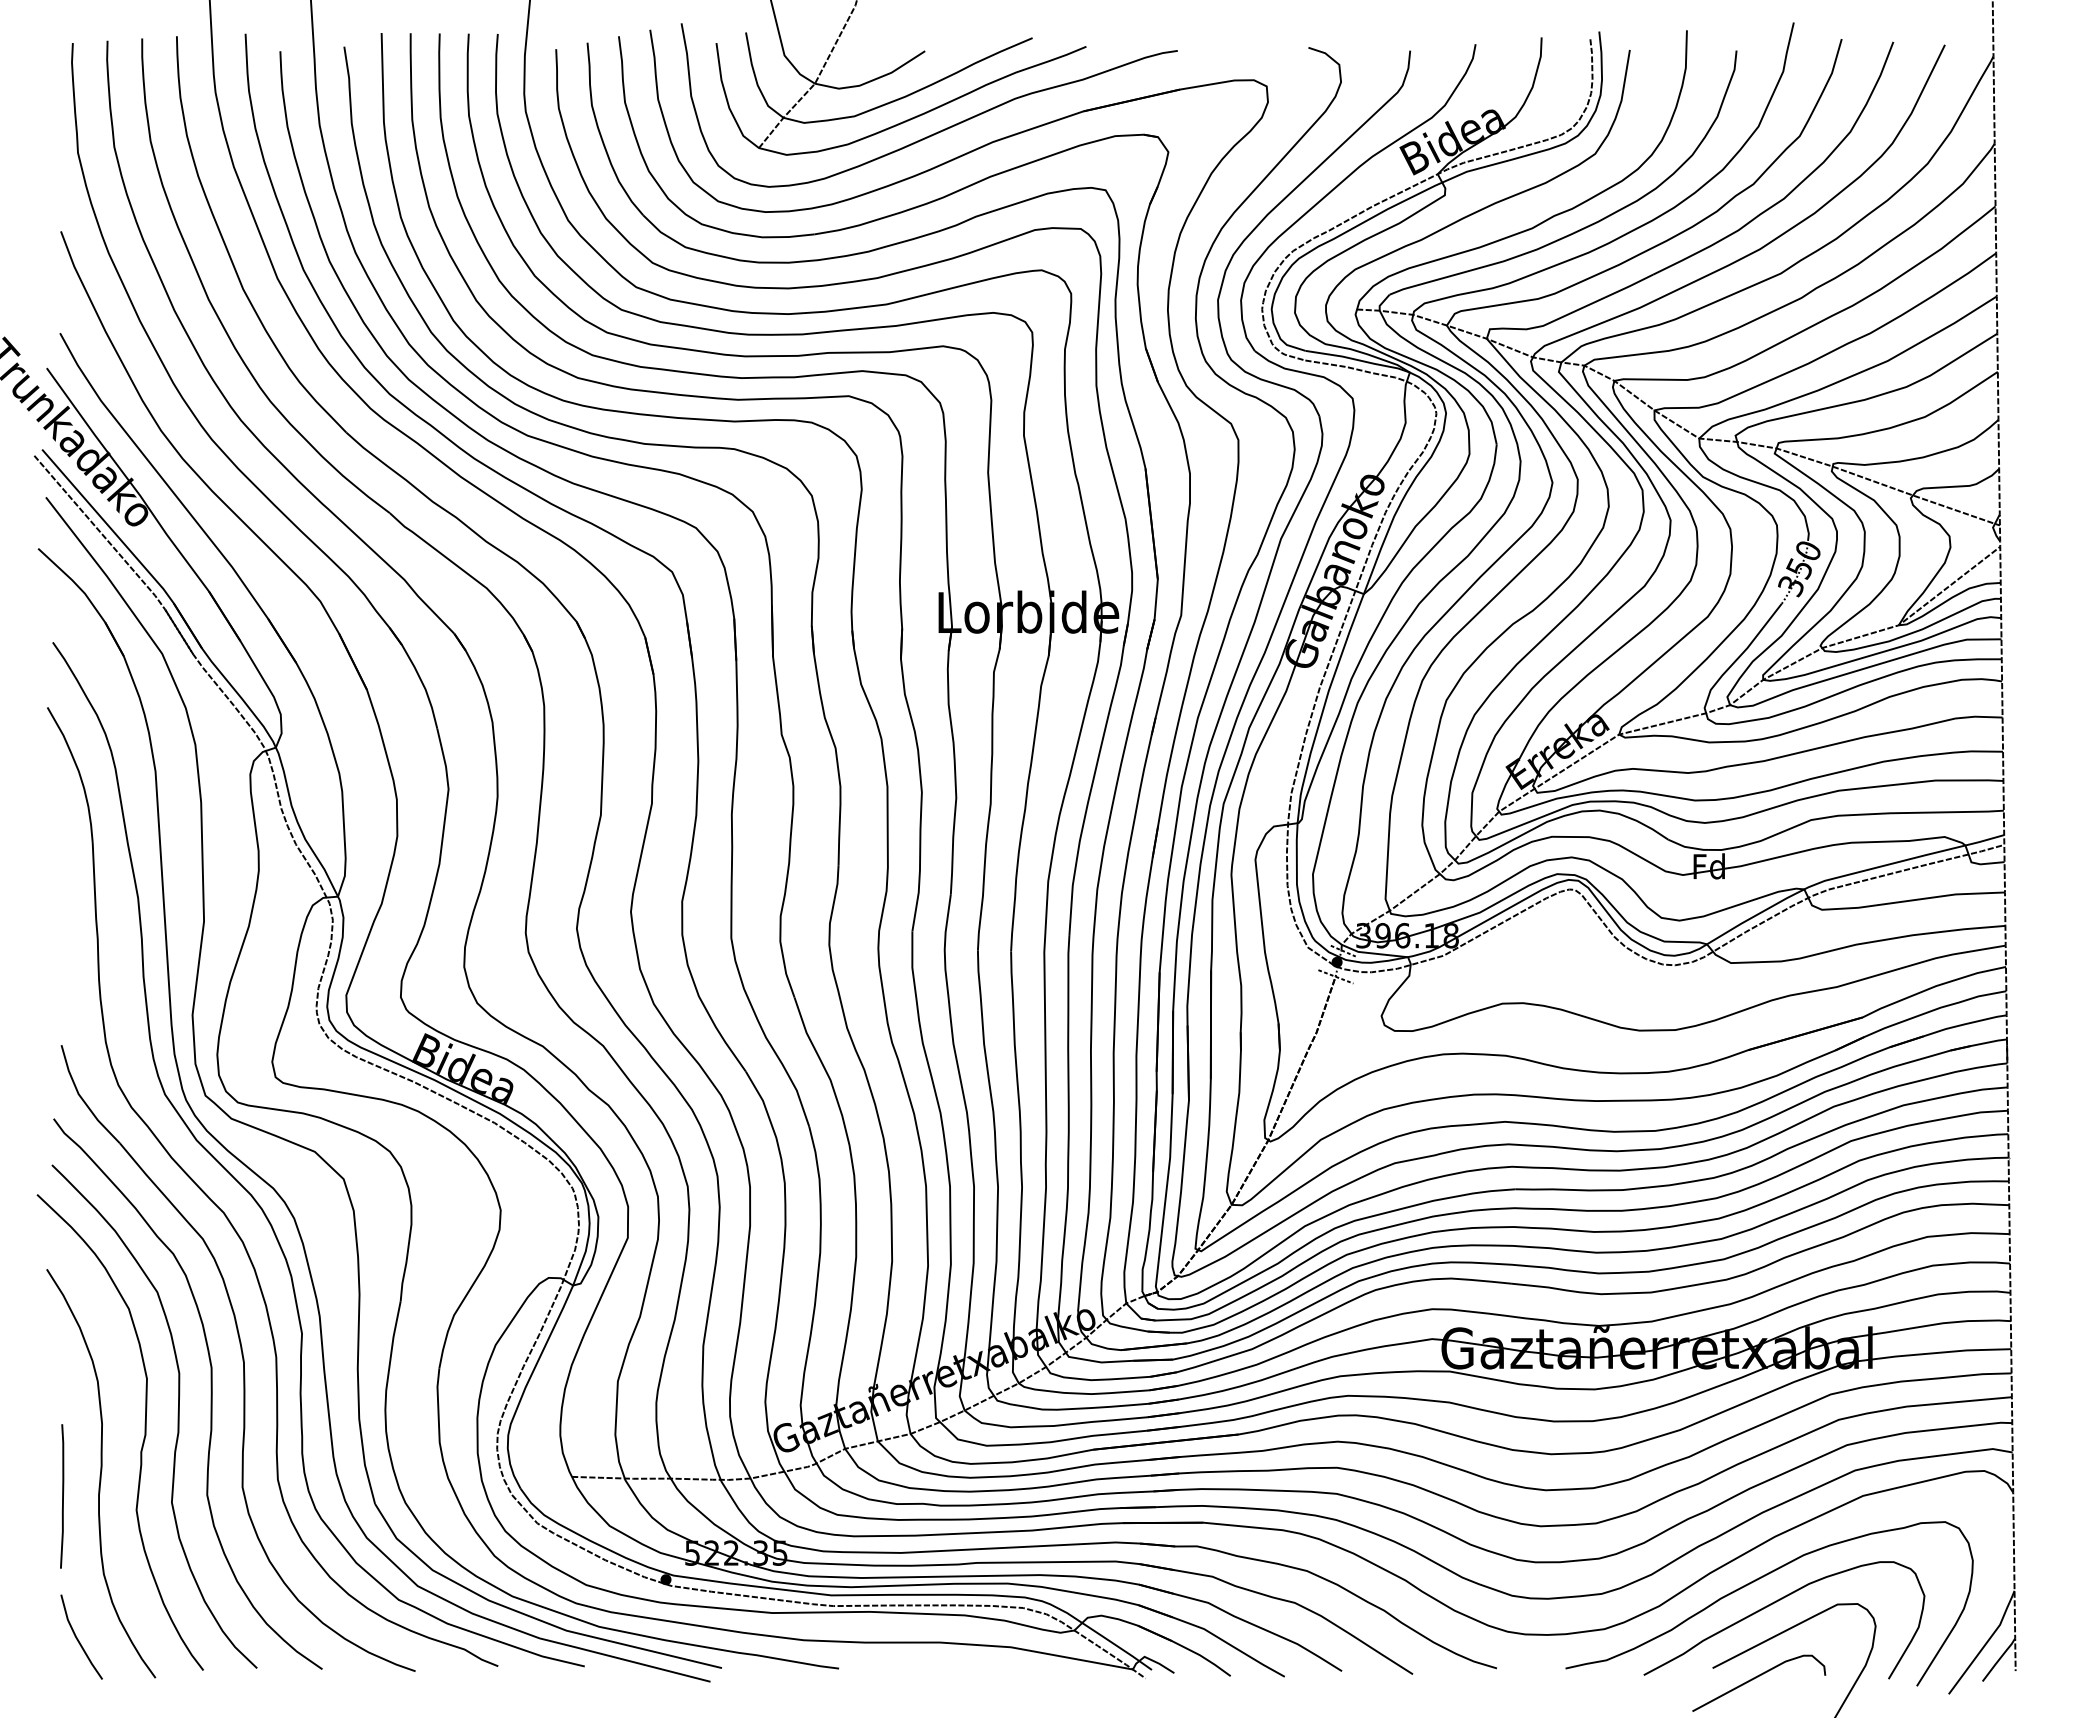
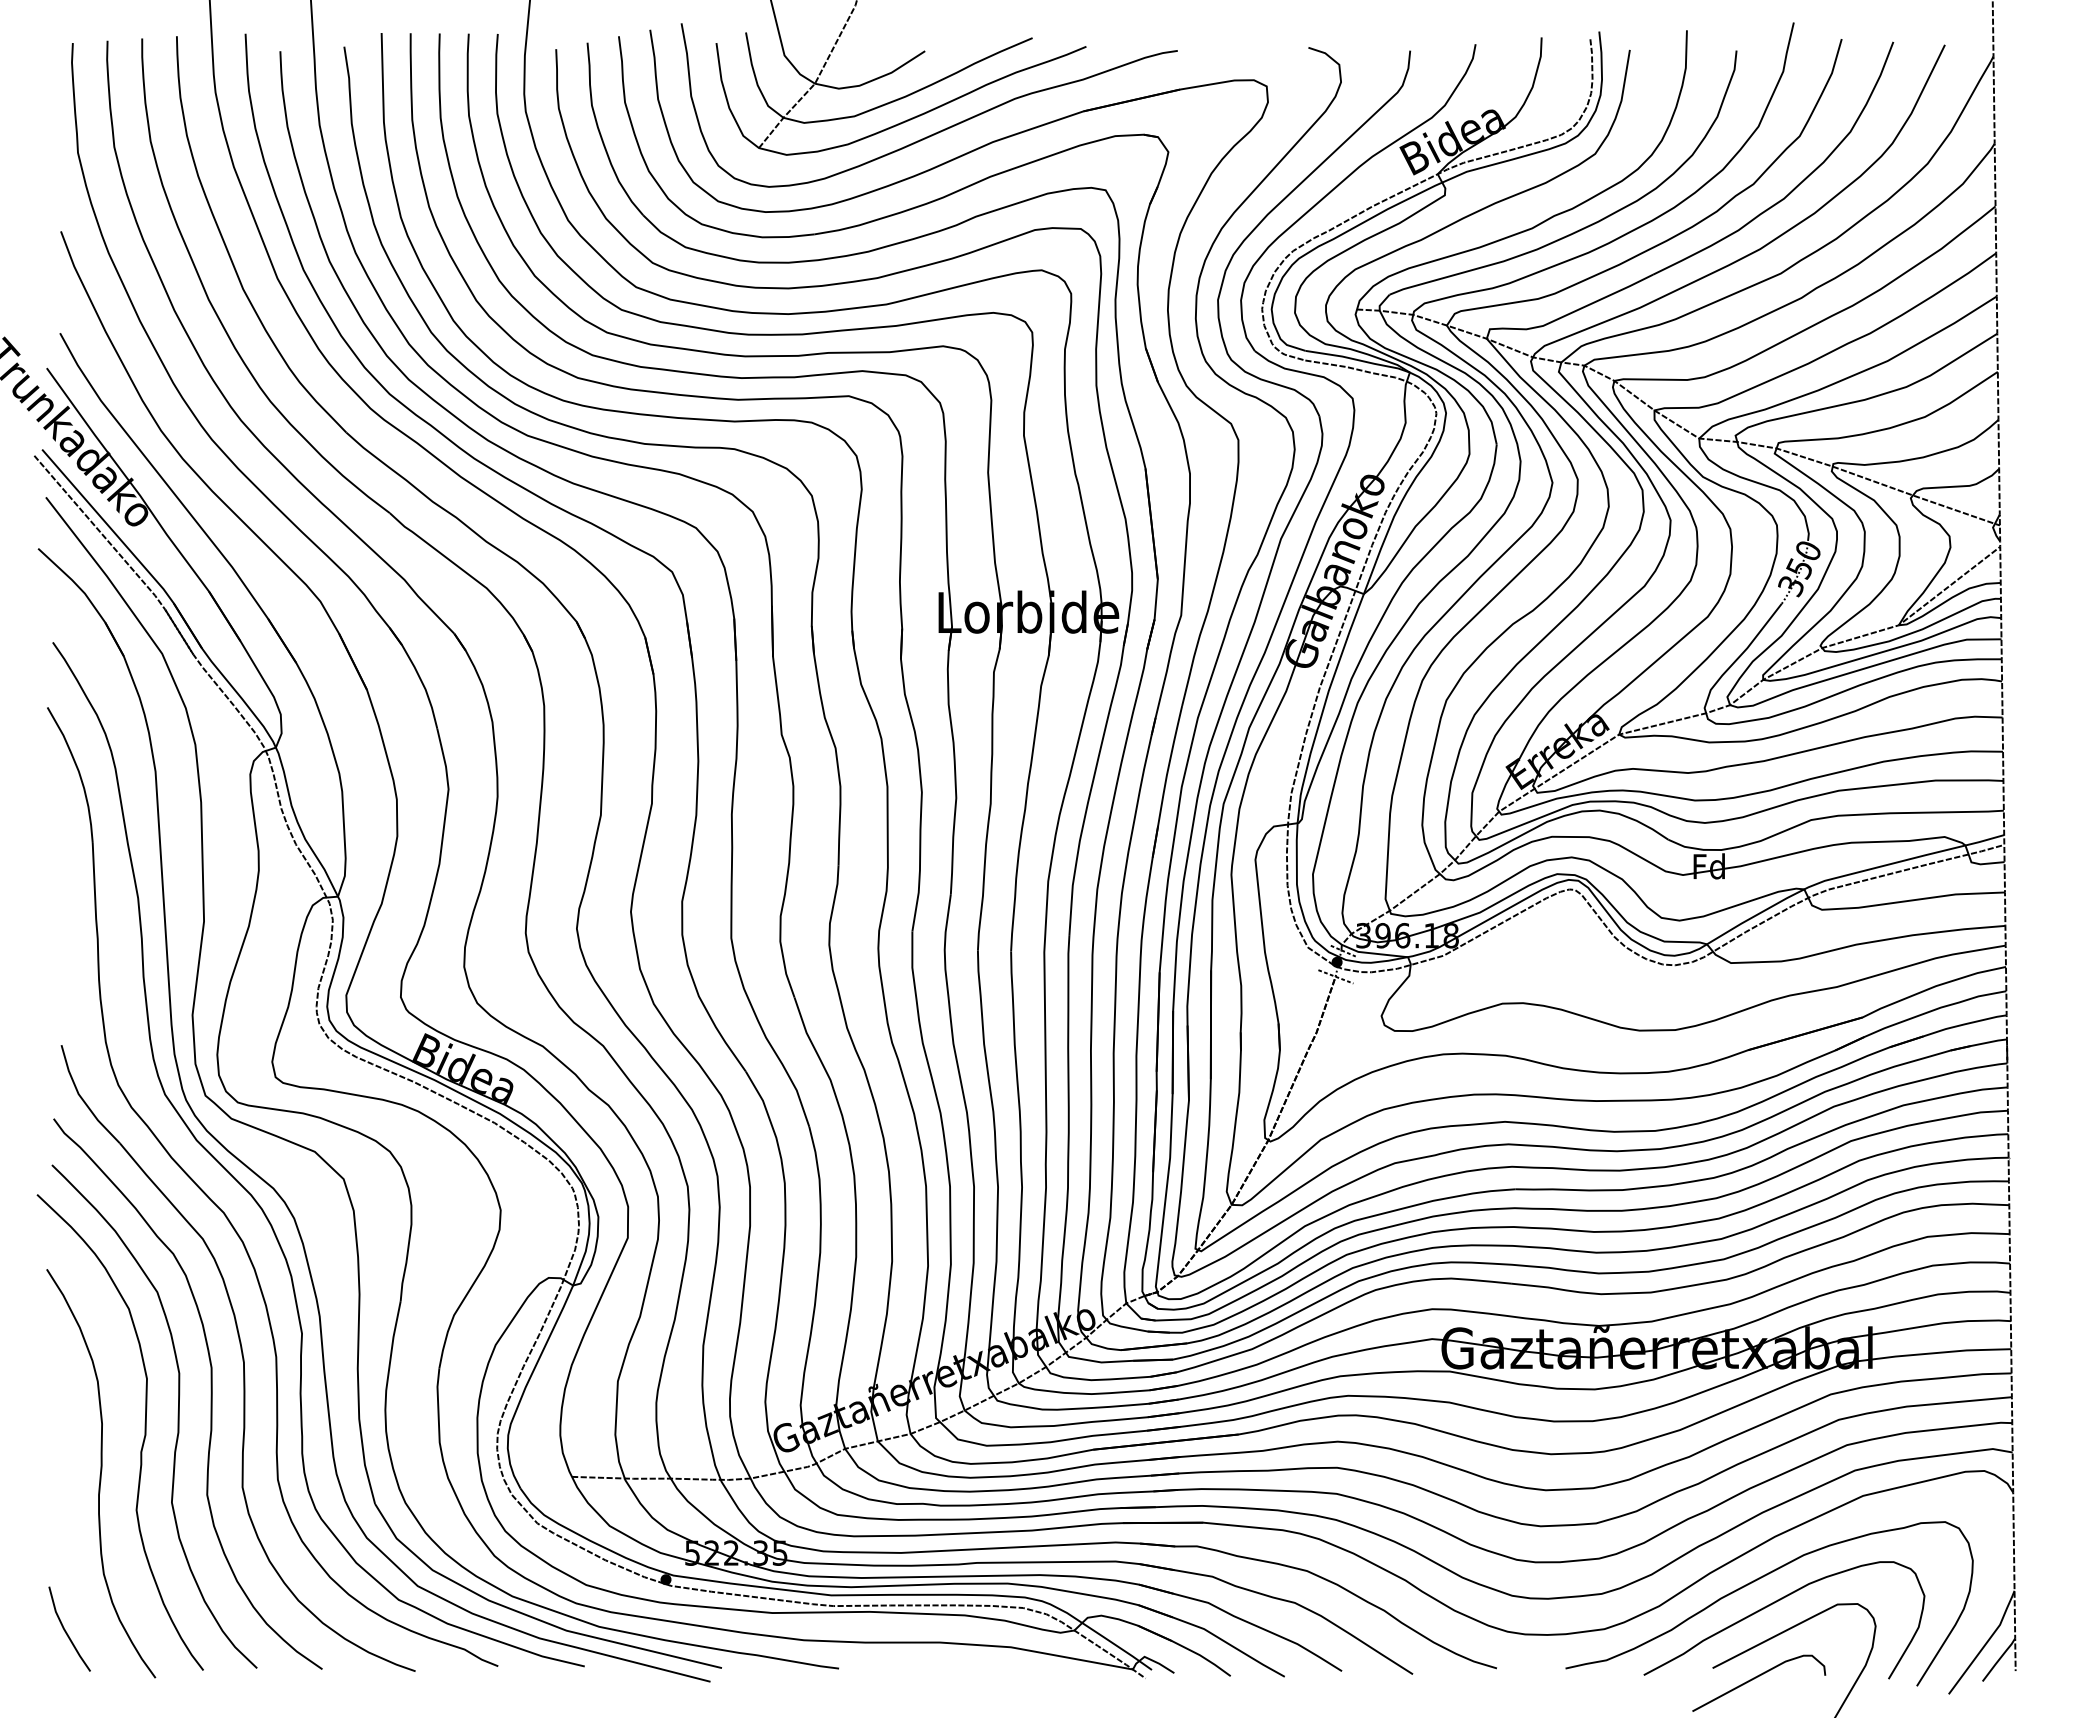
curve at (62, 1496): present -> none
line at (77, 1637) position: (77, 1637) -> (65, 1629)
